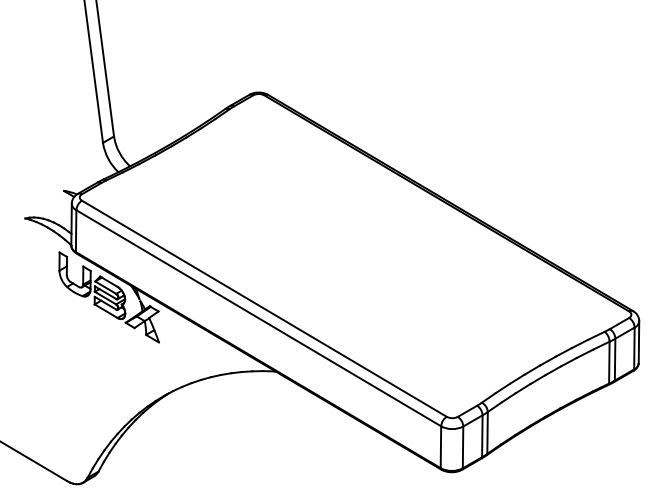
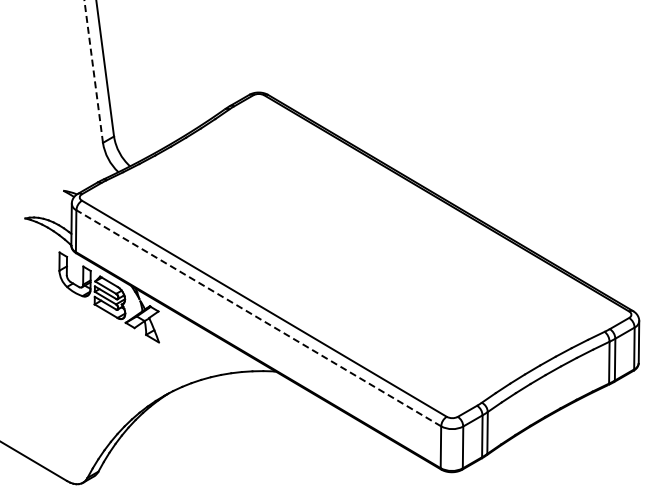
line at (93, 71): solid -> dashed
line at (258, 318): solid -> dashed
